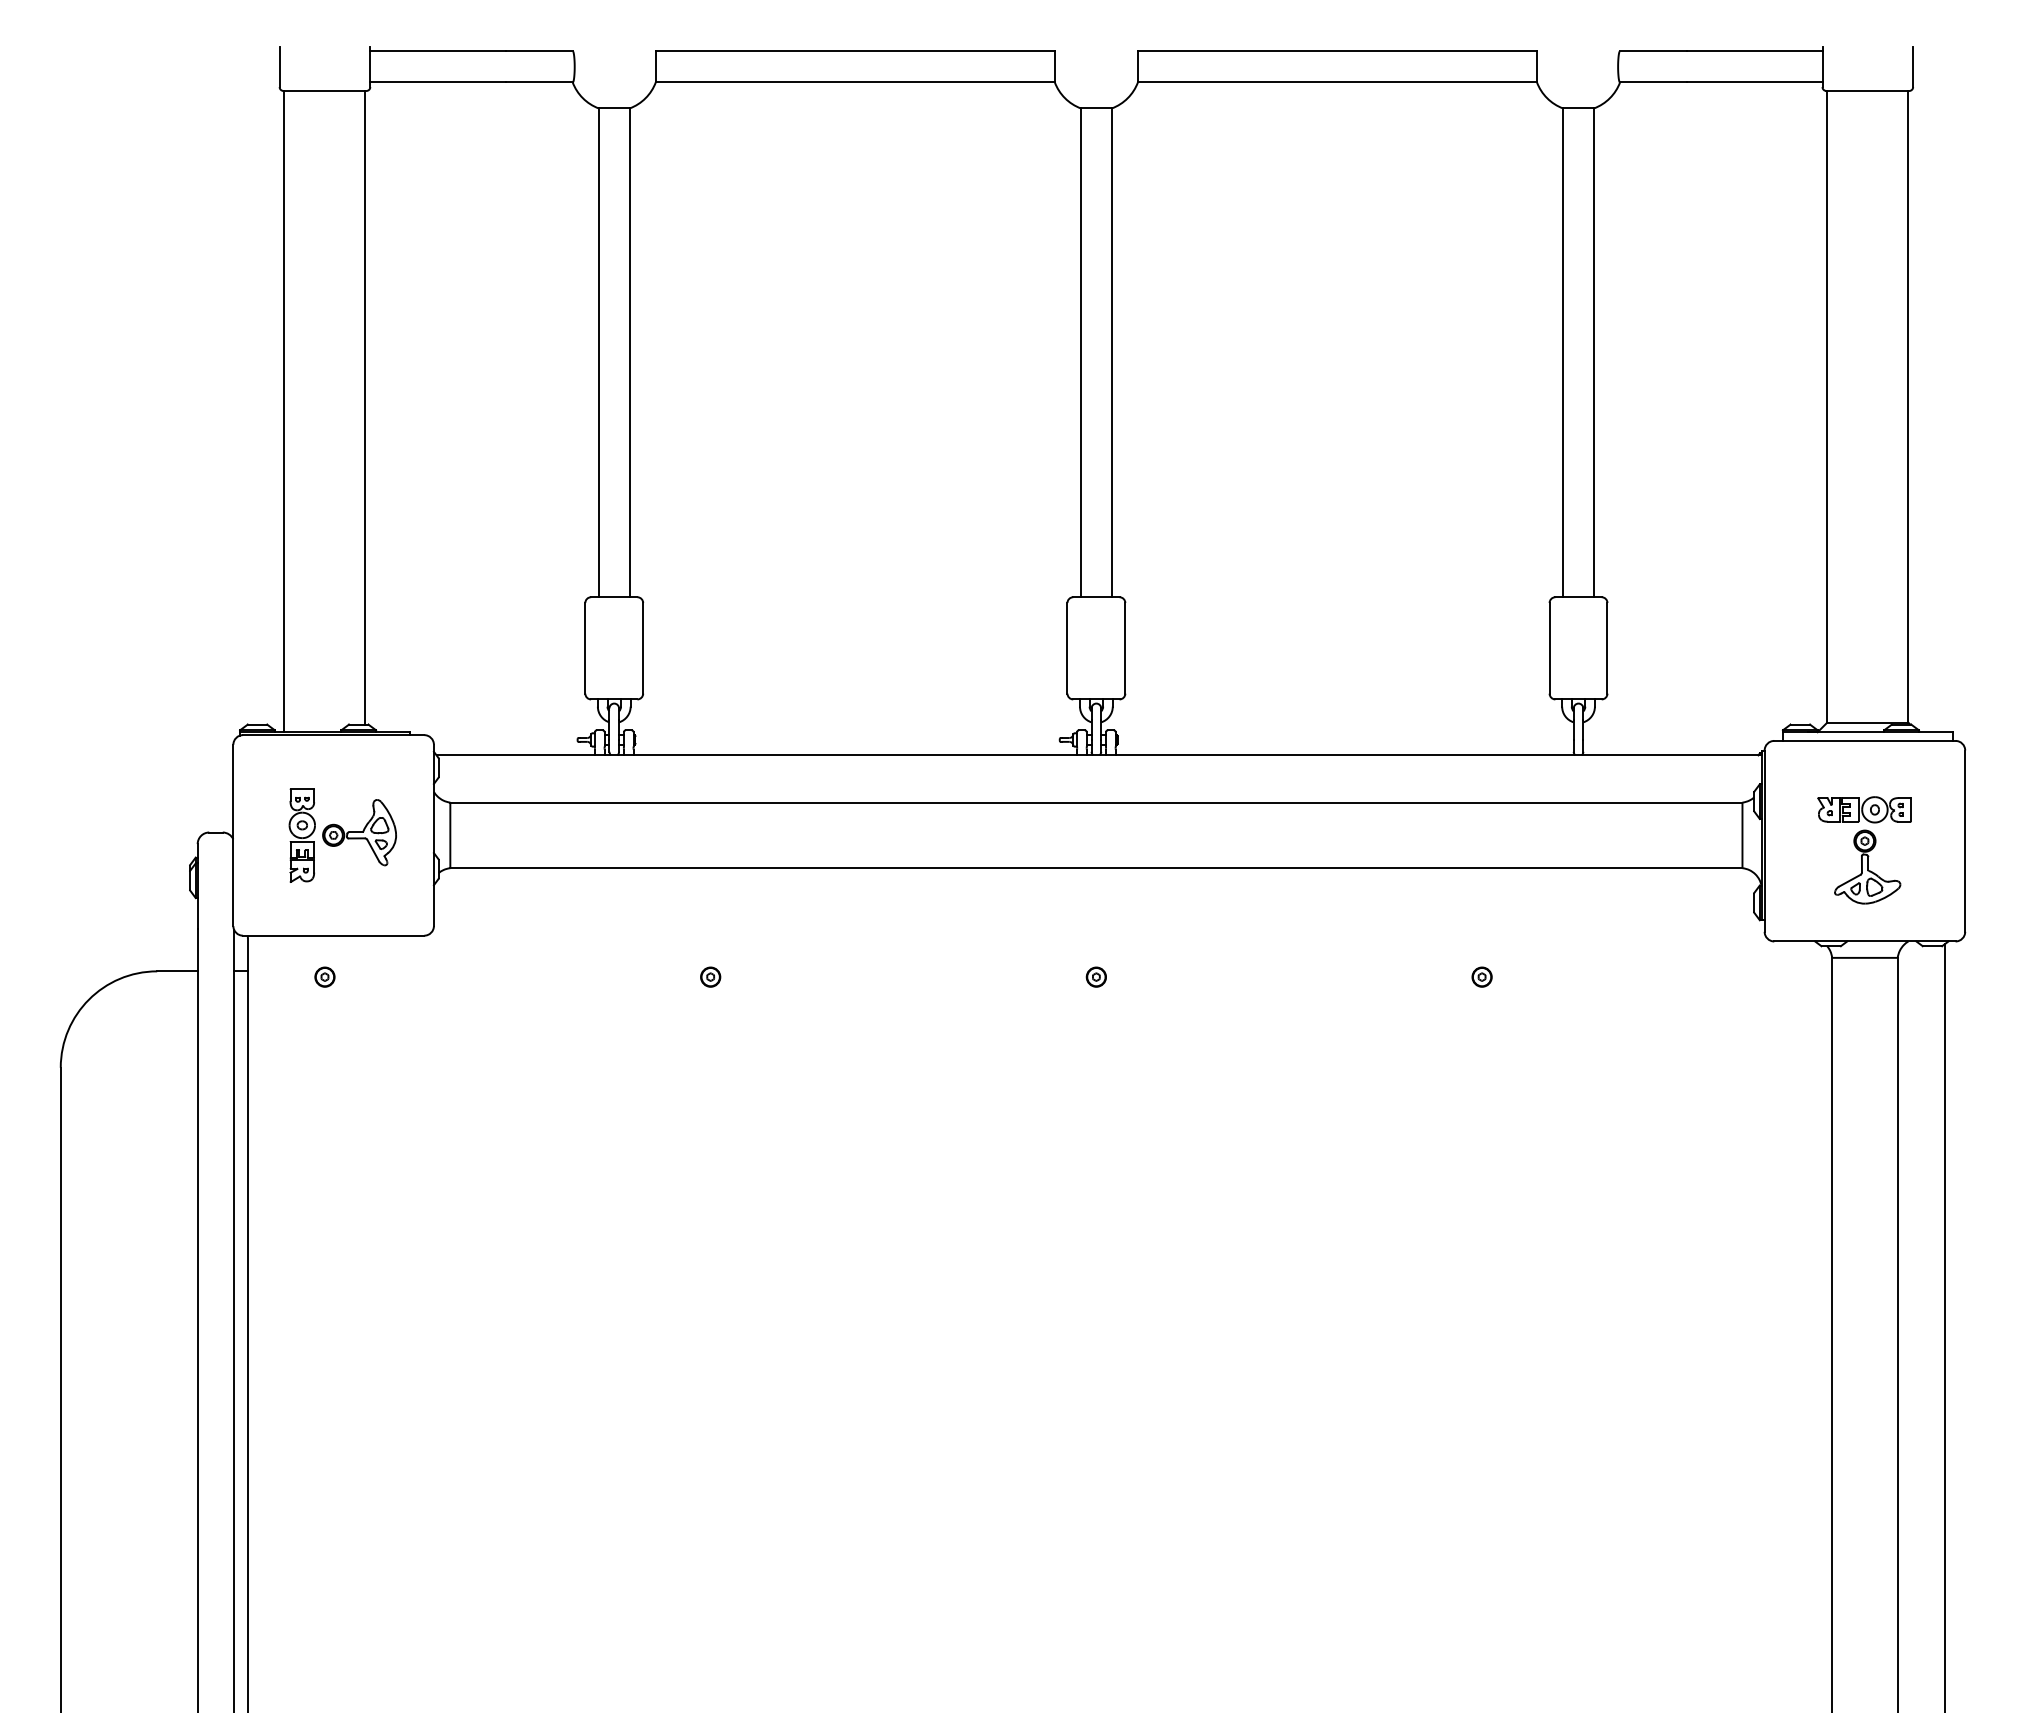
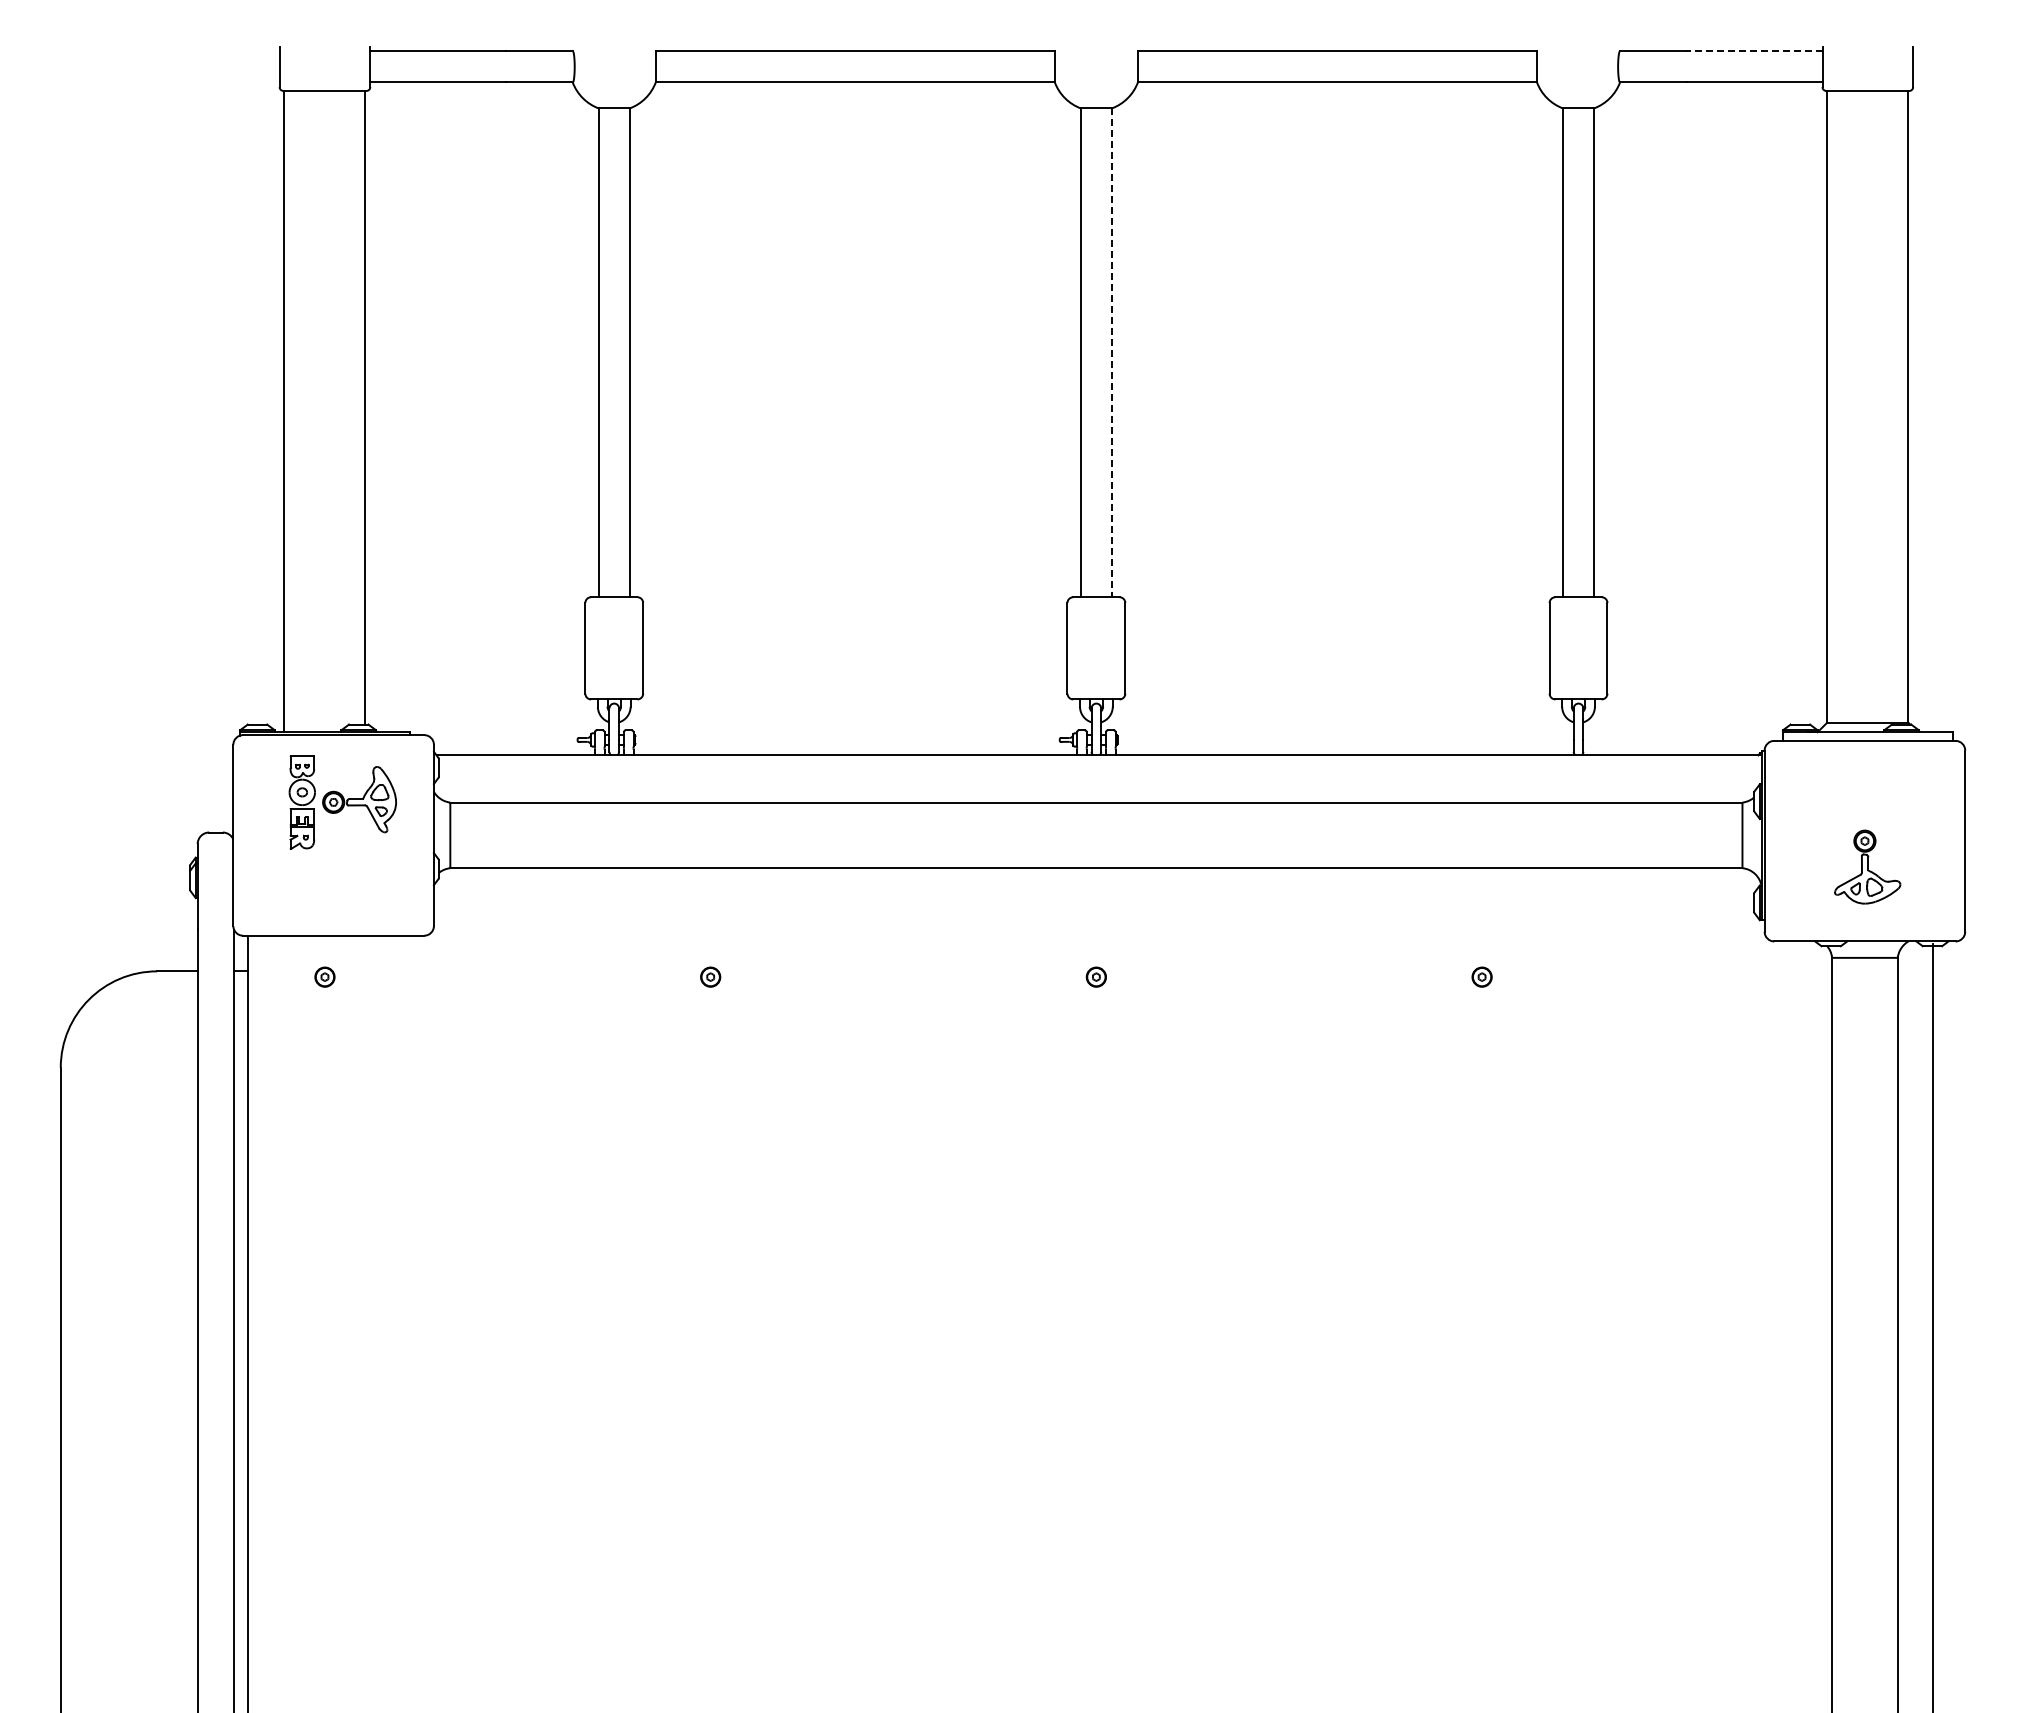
line at (1754, 51): solid -> dashed
line at (1111, 353): solid -> dashed
part at (1864, 809): present -> none
part at (342, 835) position: (342, 835) -> (342, 802)
line at (1944, 1326) position: (1944, 1326) -> (1932, 1326)
